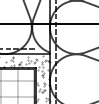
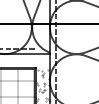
hatch at (26, 61): present -> none
